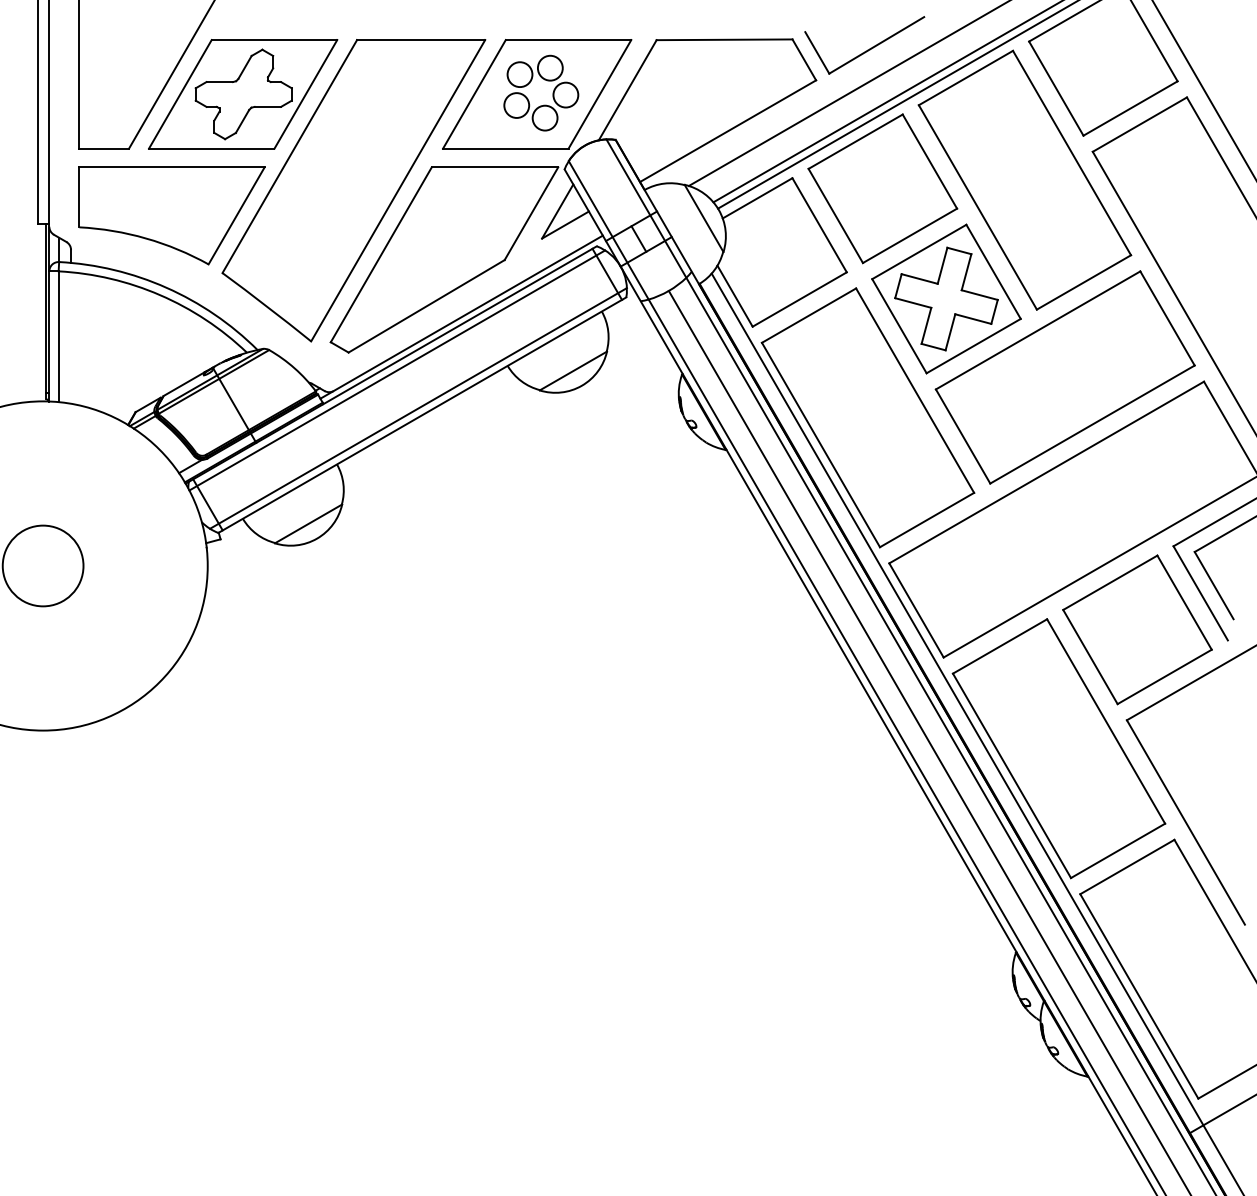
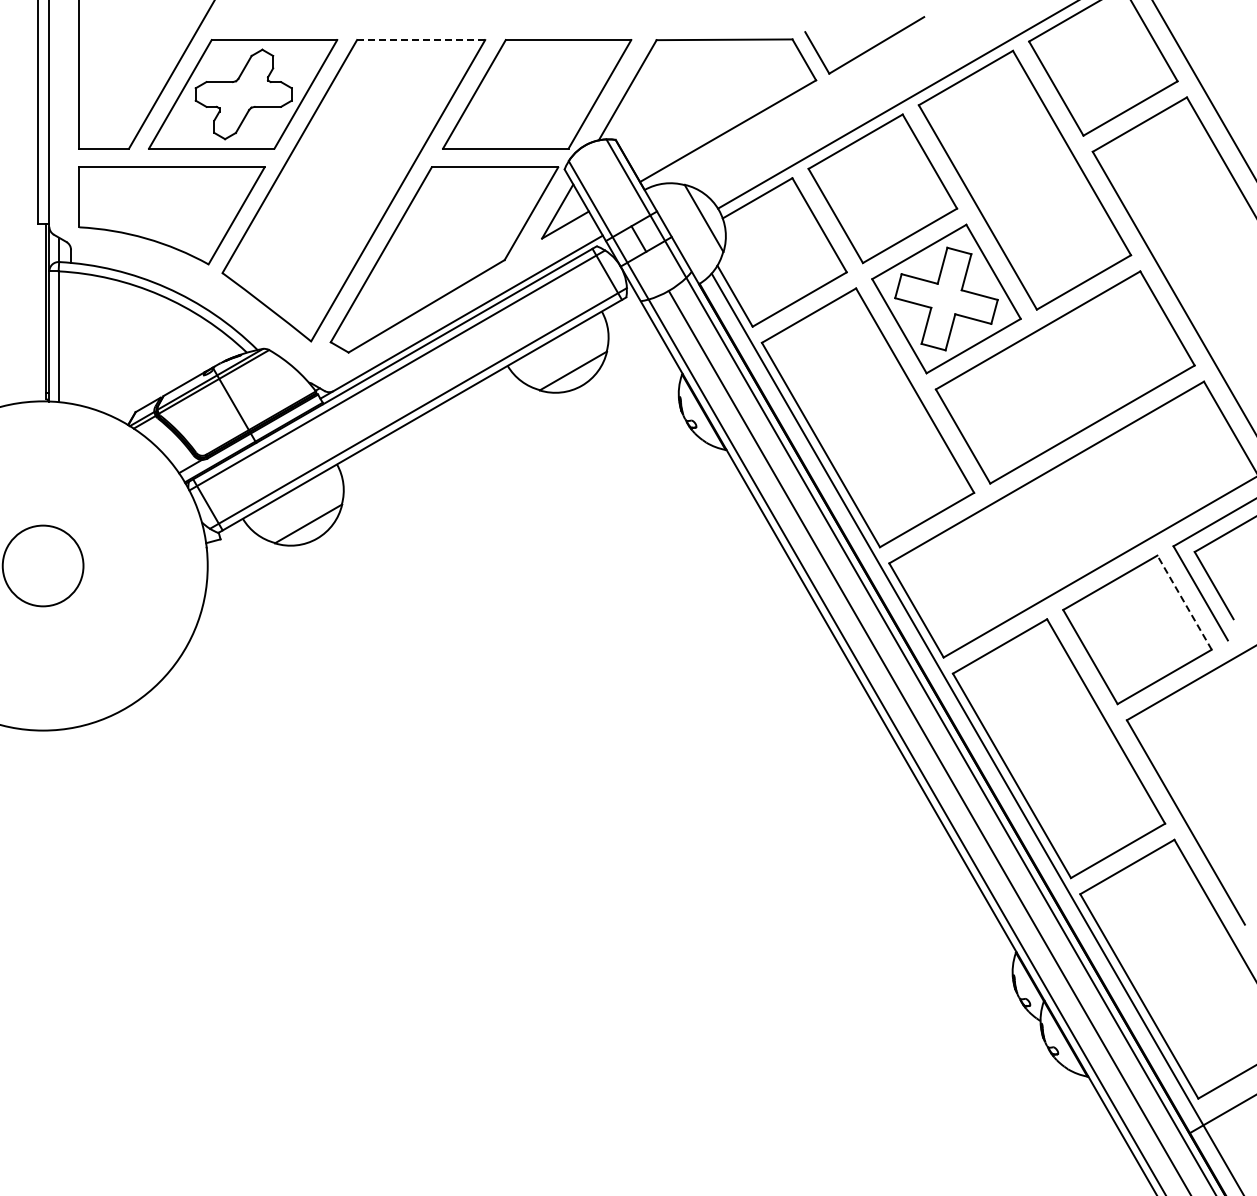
line at (420, 40): solid -> dashed
part at (552, 92): present -> none
line at (847, 93): present -> none
line at (886, 102): present -> none
line at (1184, 602): solid -> dashed
